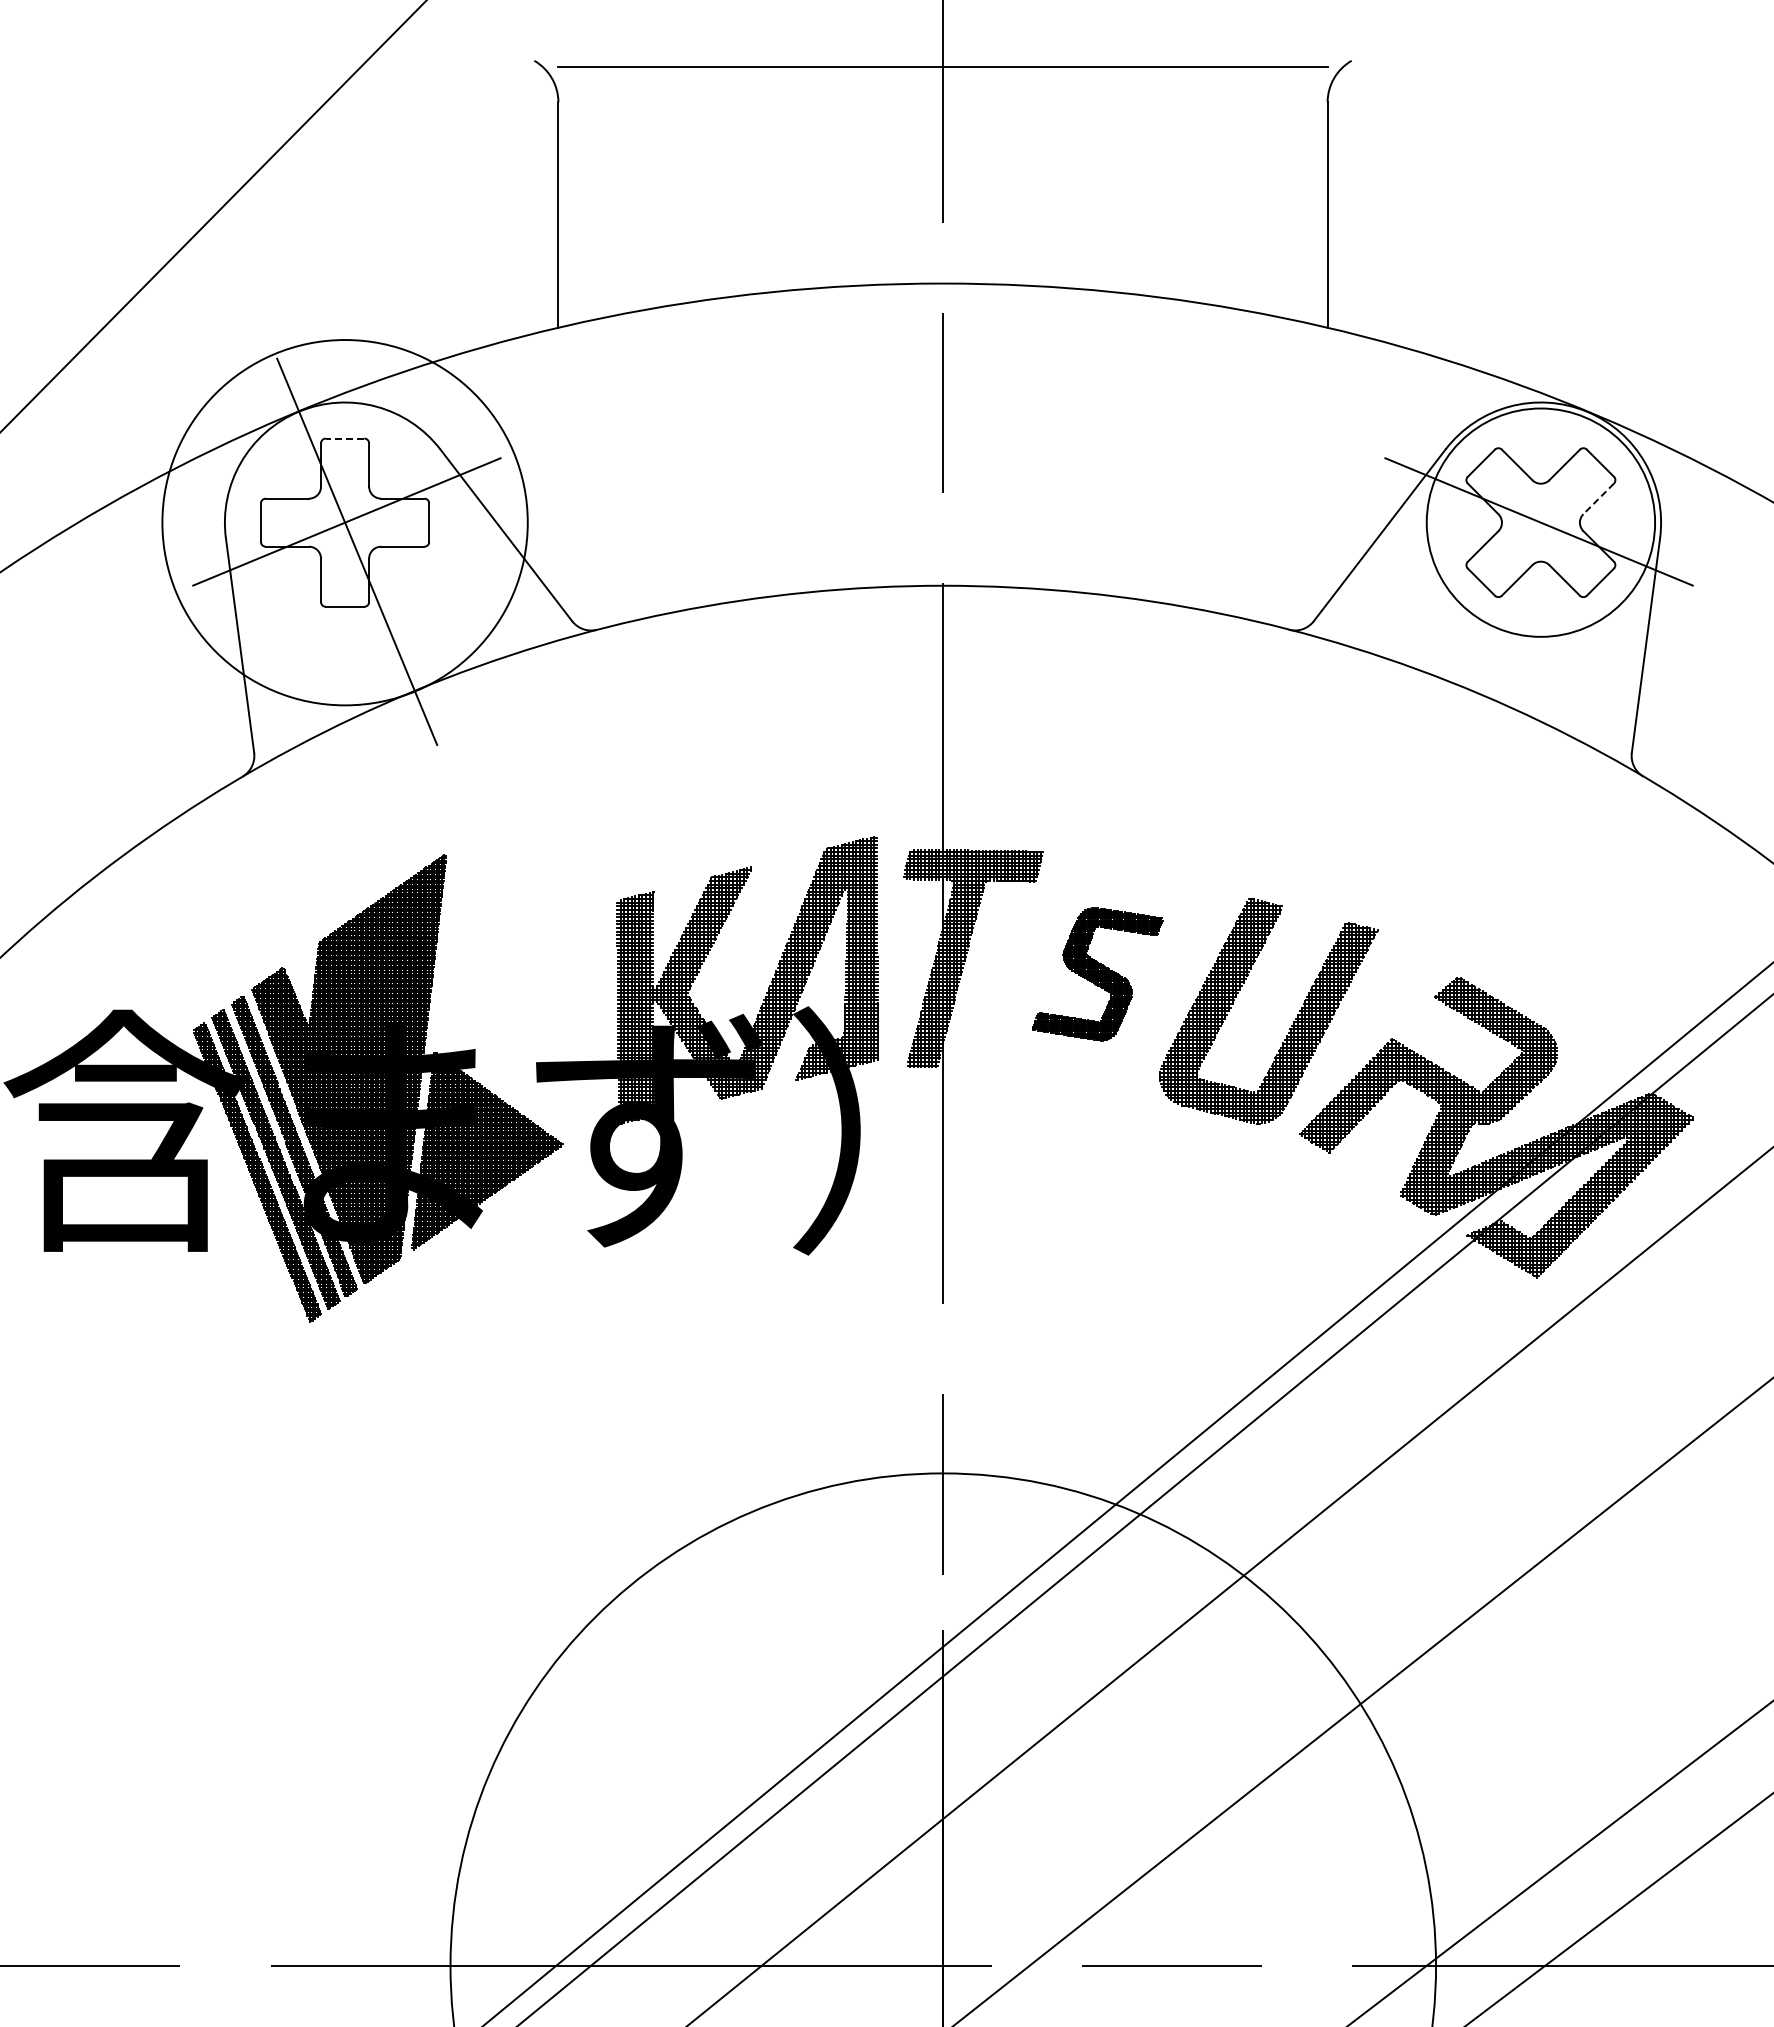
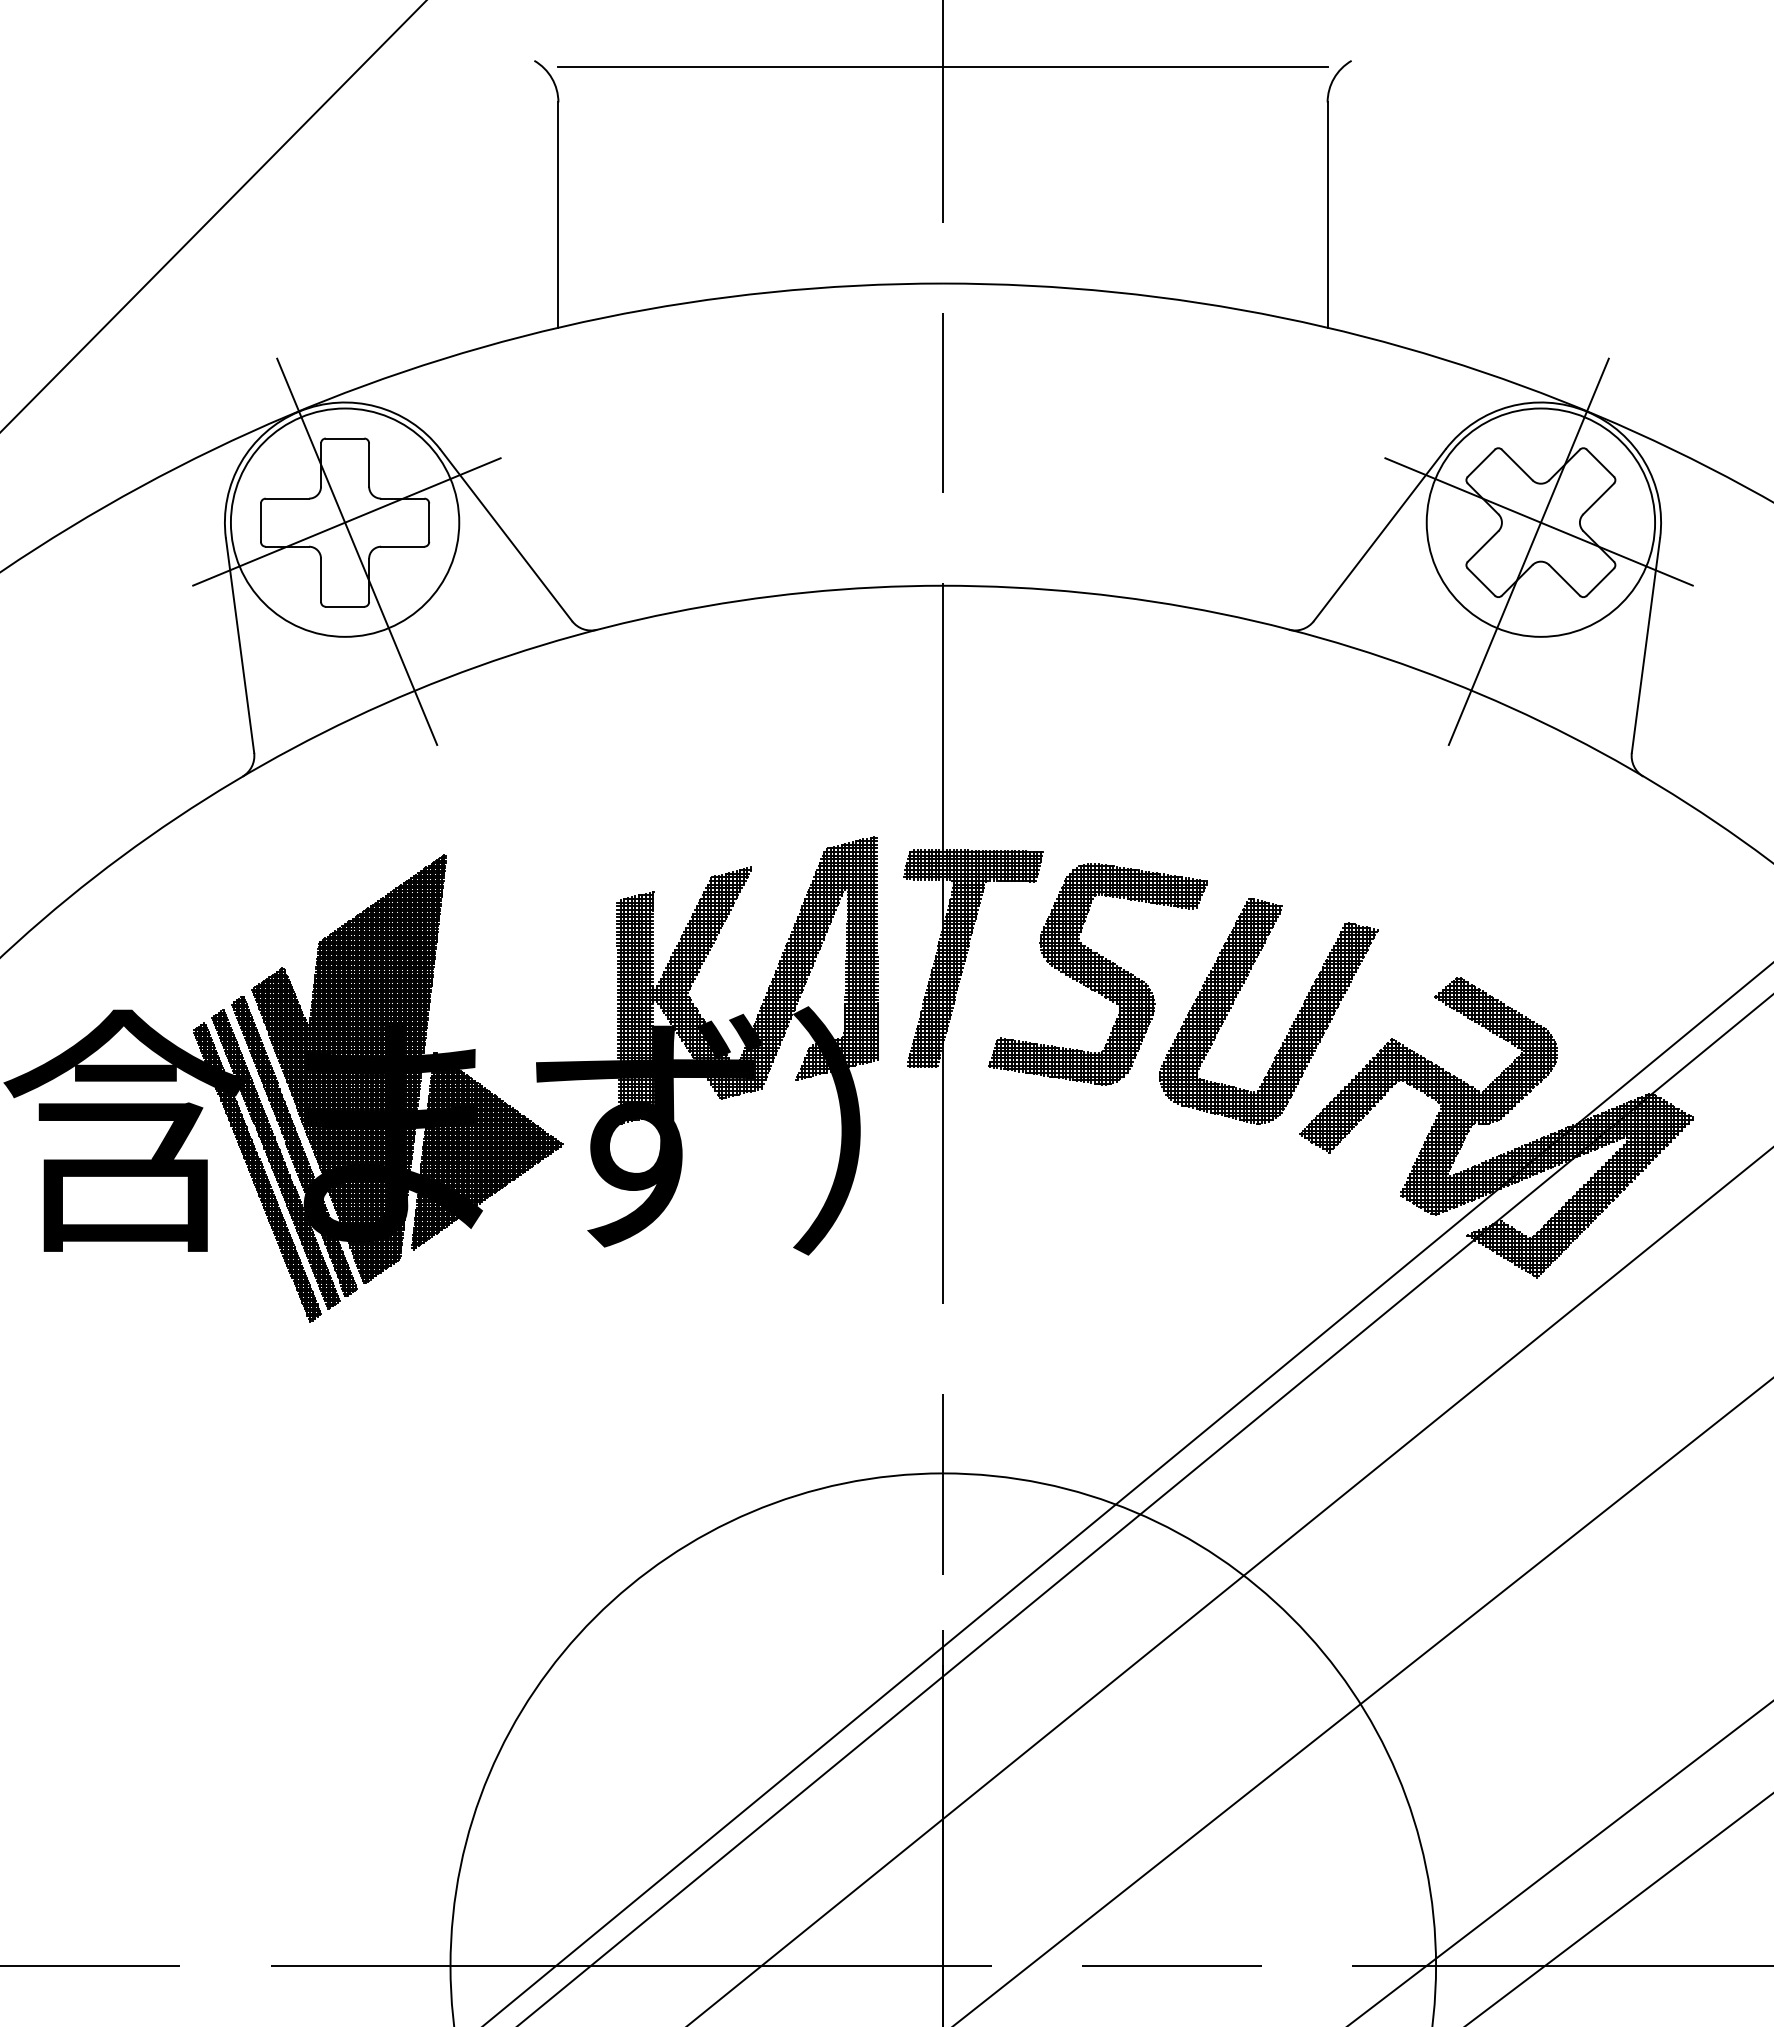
line at (344, 438): dashed -> solid
line at (1598, 498): dashed -> solid
circle at (344, 522) diameter: 365 px -> 228 px
line at (1528, 551): none -> present
part at (1097, 974) size: 132x135 px -> 220x223 px
